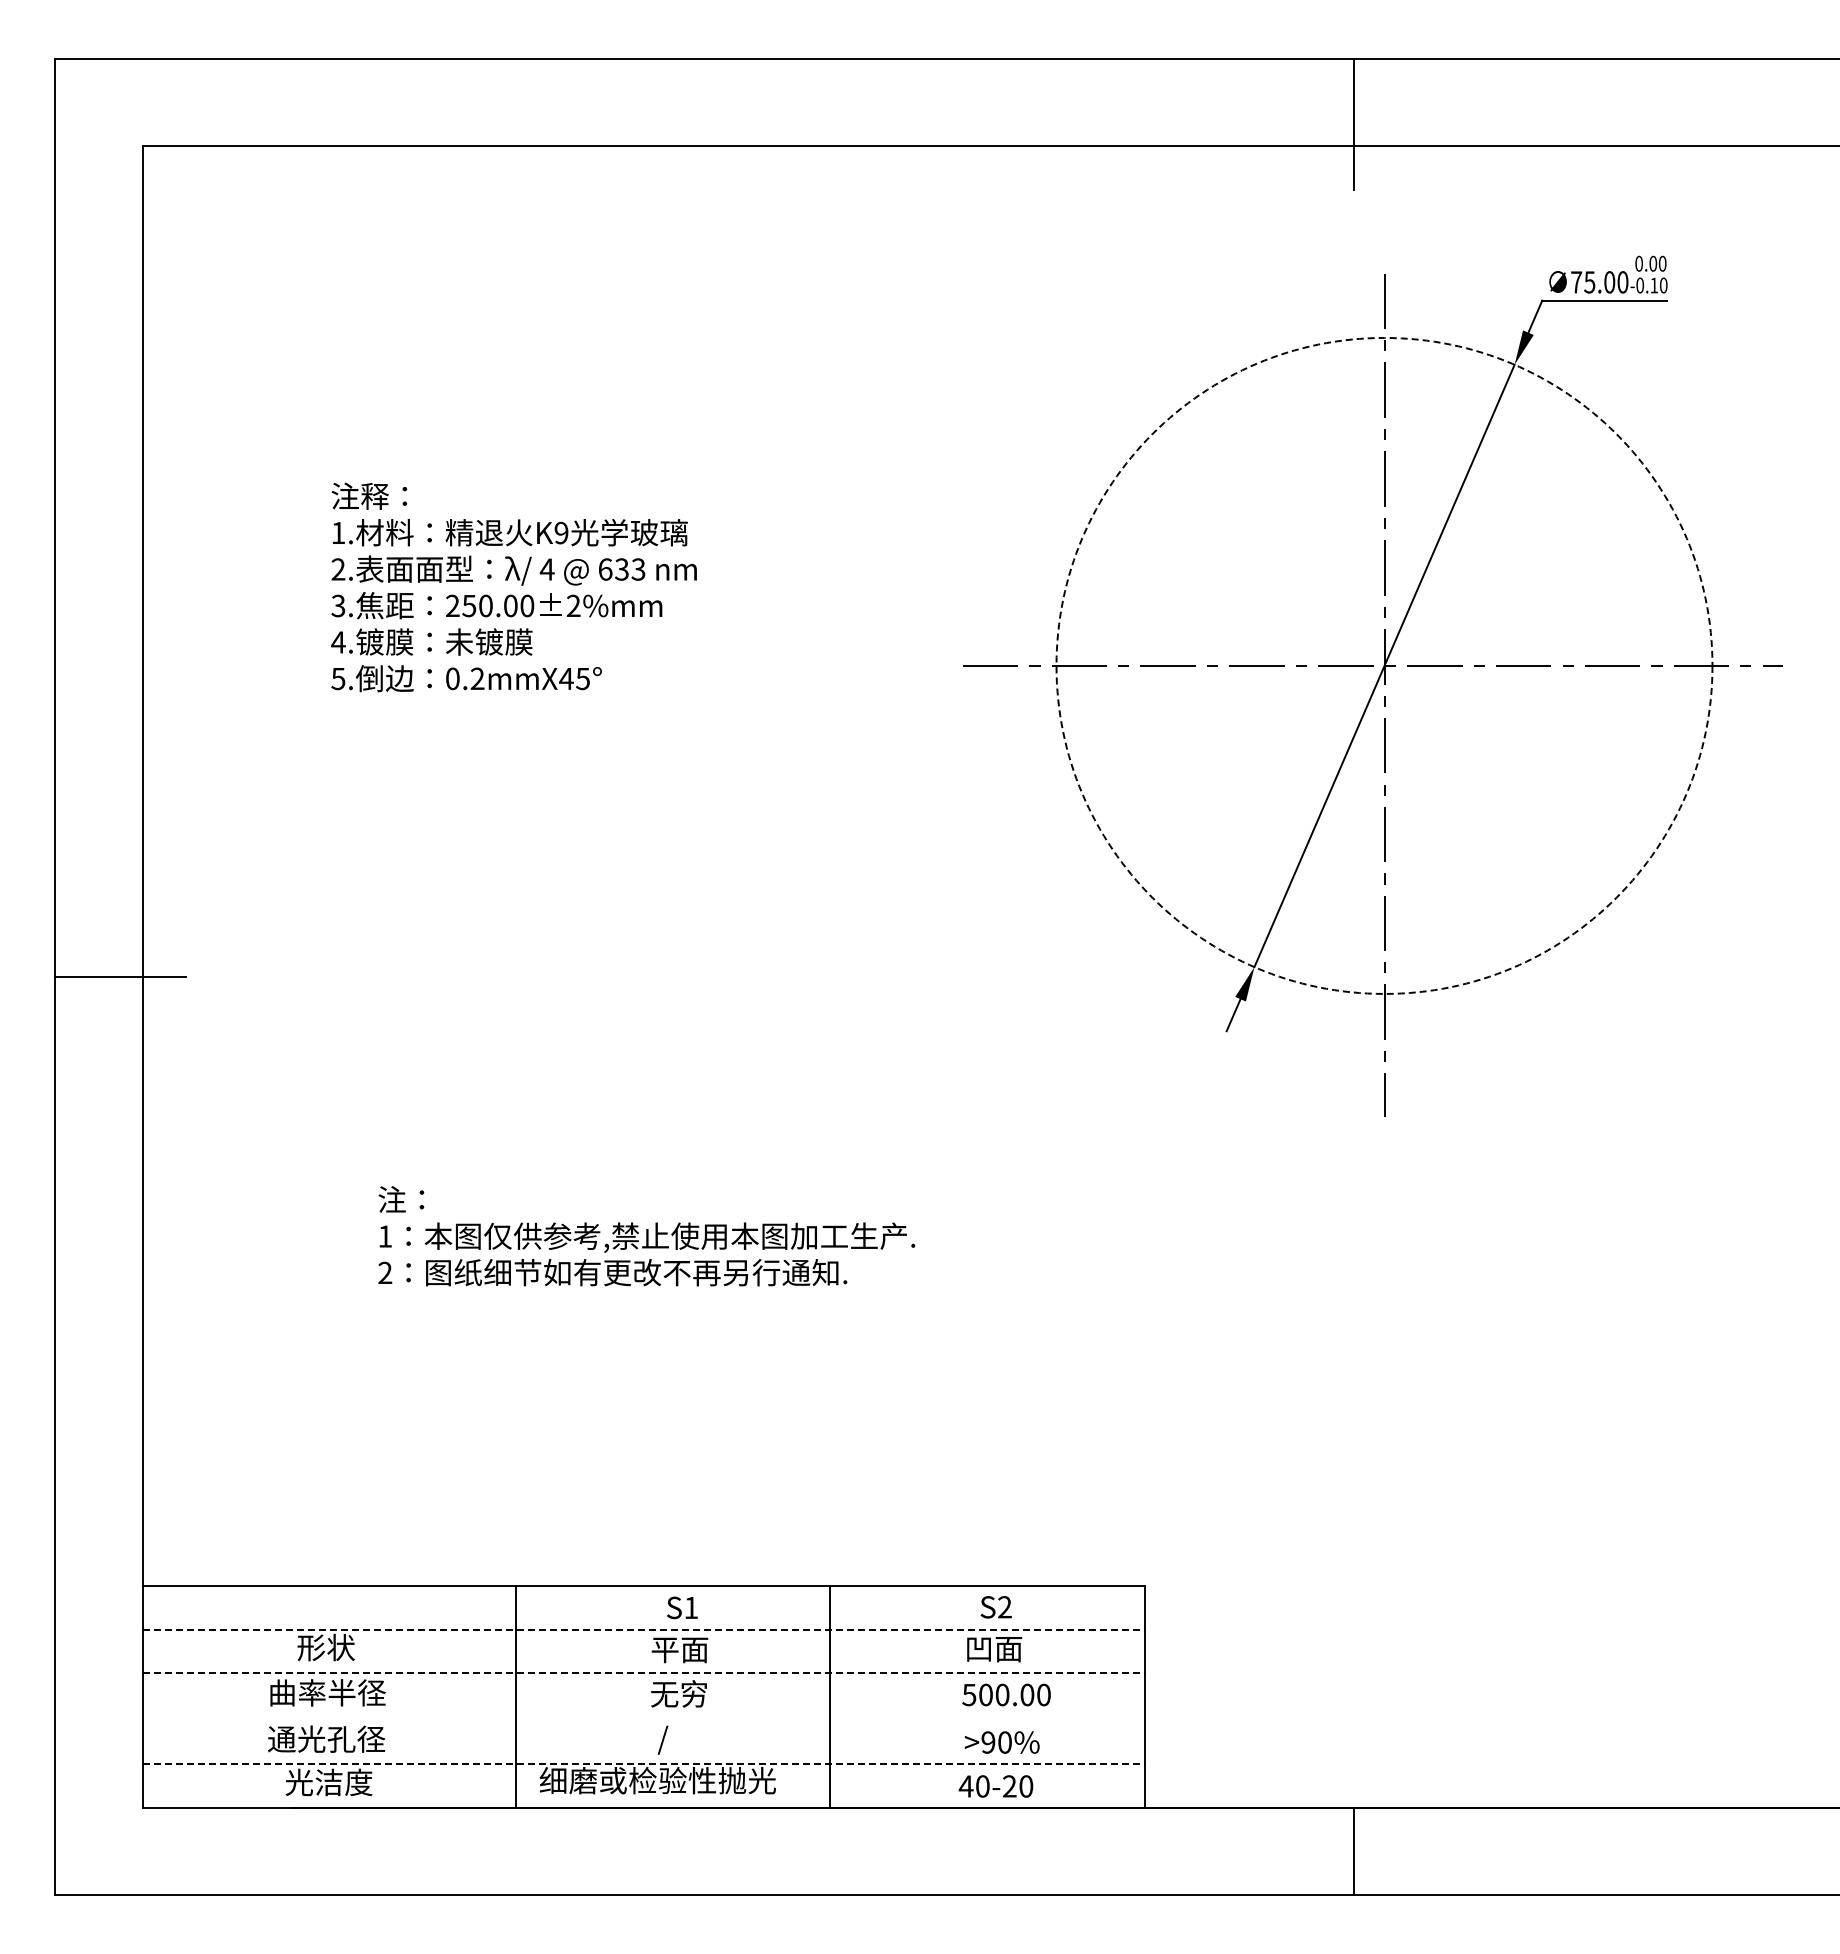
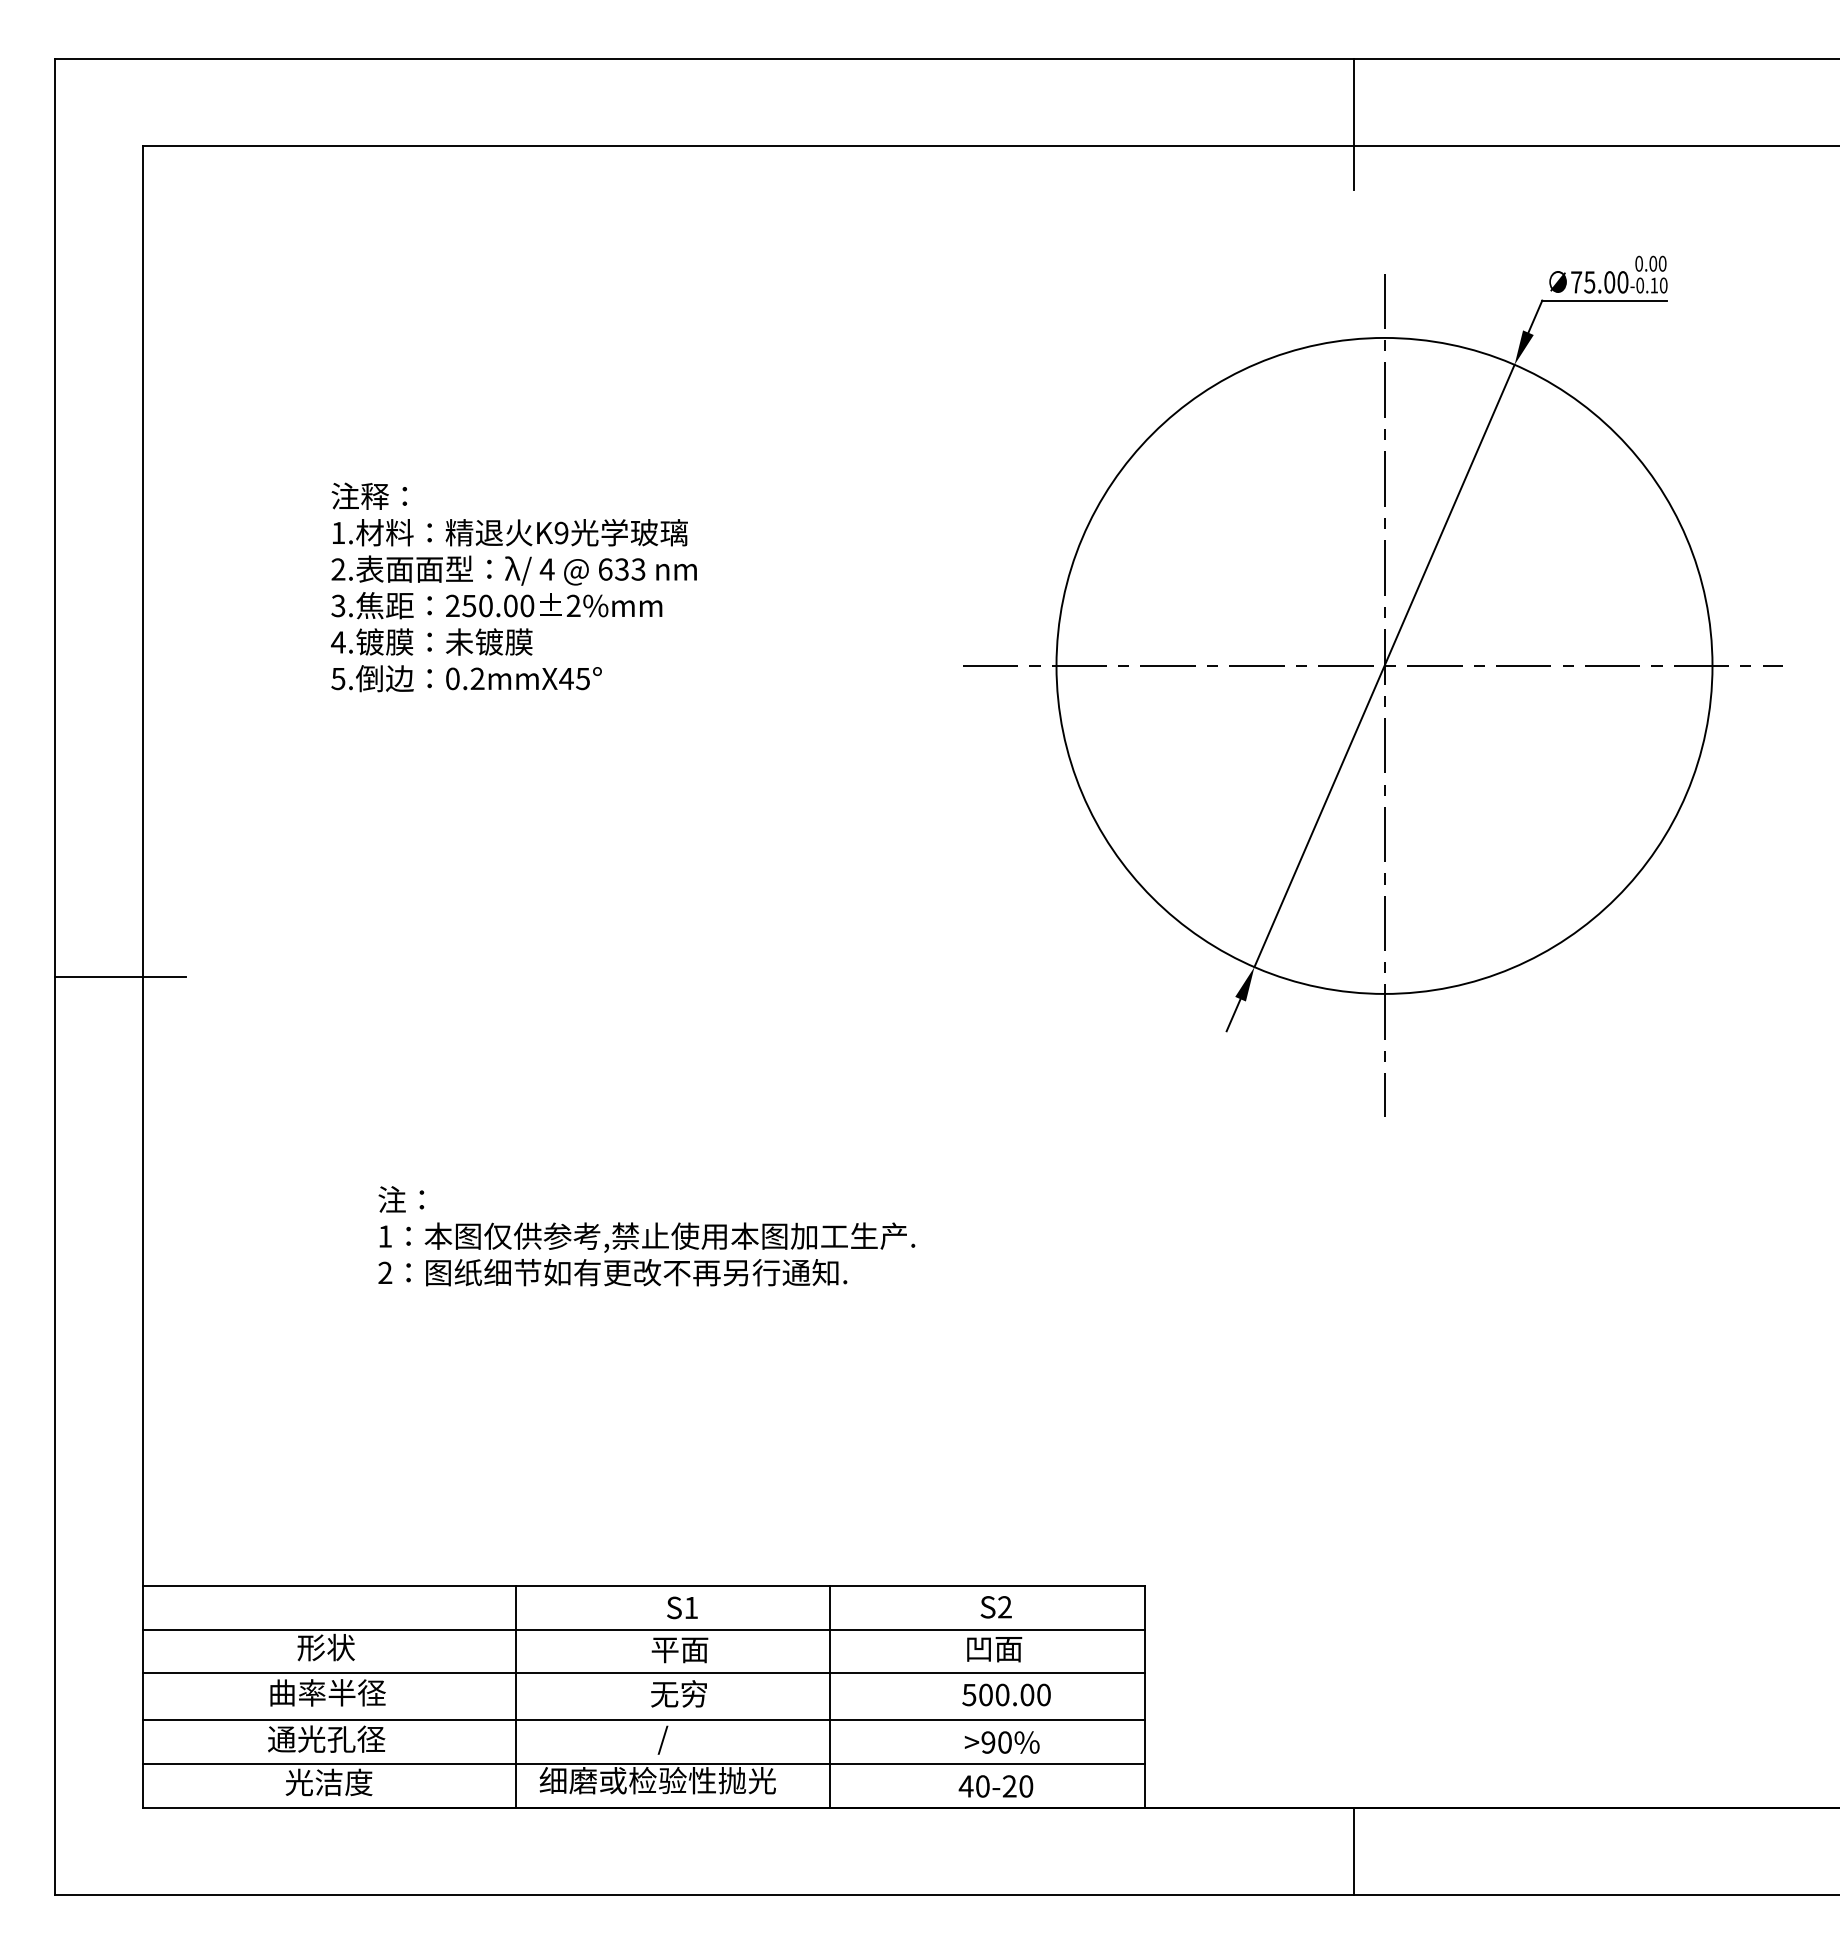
circle at (1384, 665): dashed -> solid
line at (644, 1630): dashed -> solid
line at (644, 1673): dashed -> solid
line at (643, 1720): none -> present
line at (644, 1764): dashed -> solid
